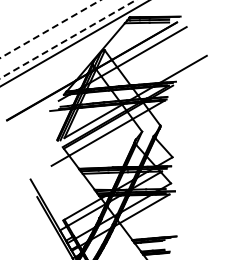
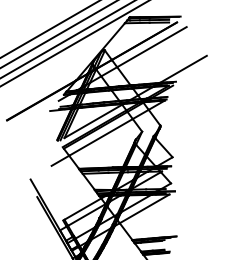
line at (50, 29): dashed -> solid
line at (58, 34): none -> present
line at (67, 39): dashed -> solid
